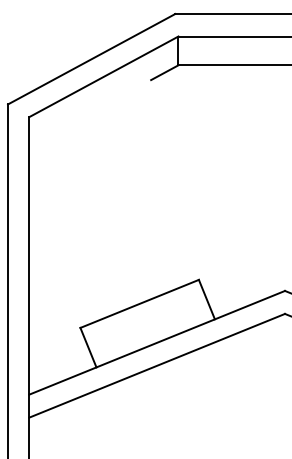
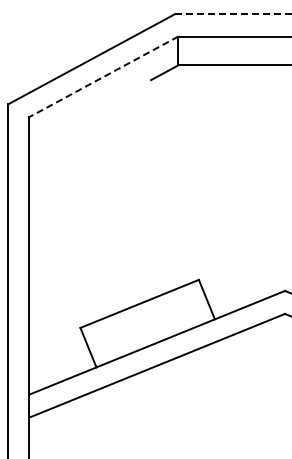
line at (234, 13): solid -> dashed
line at (103, 76): solid -> dashed
